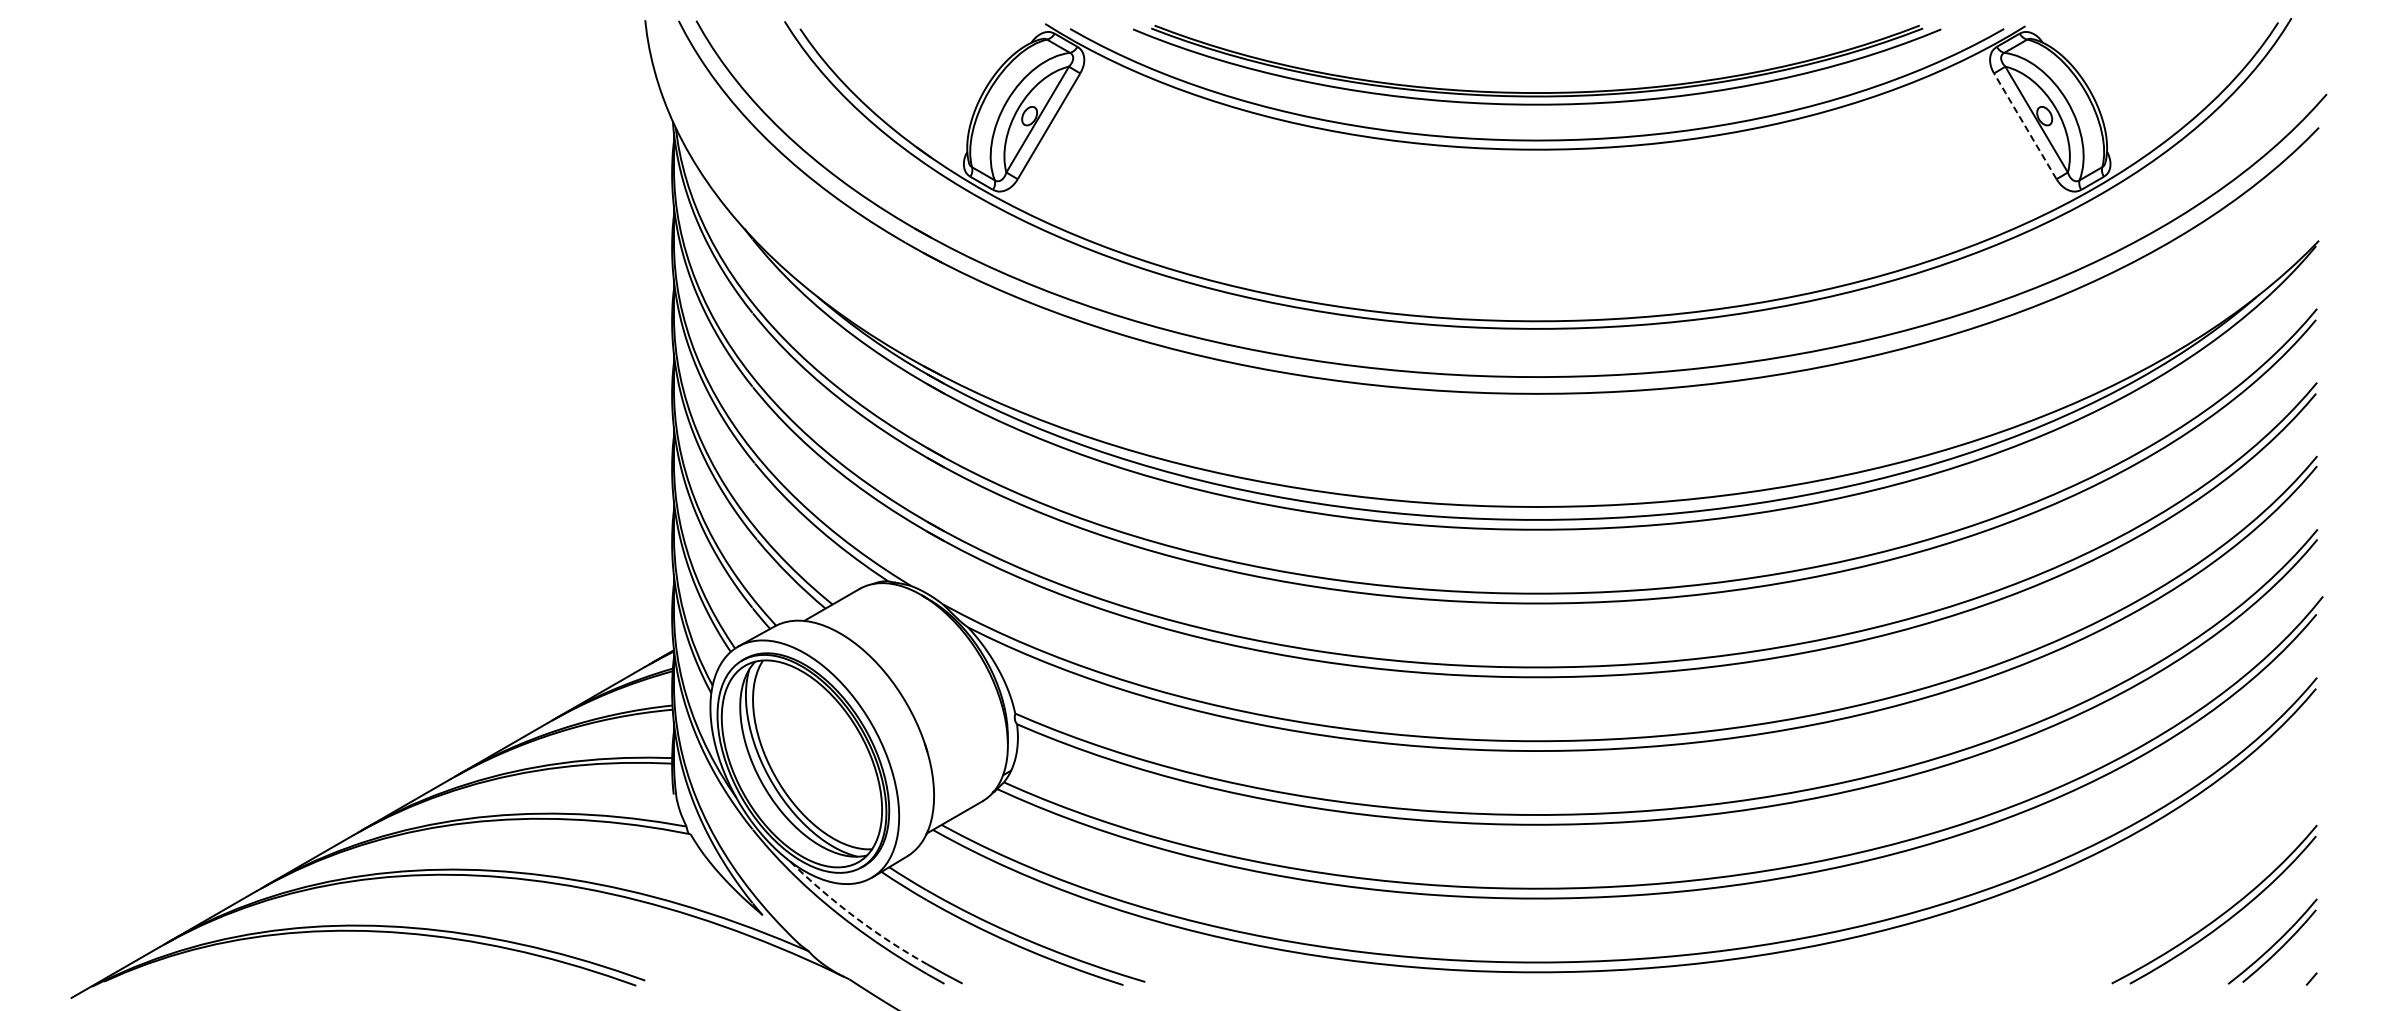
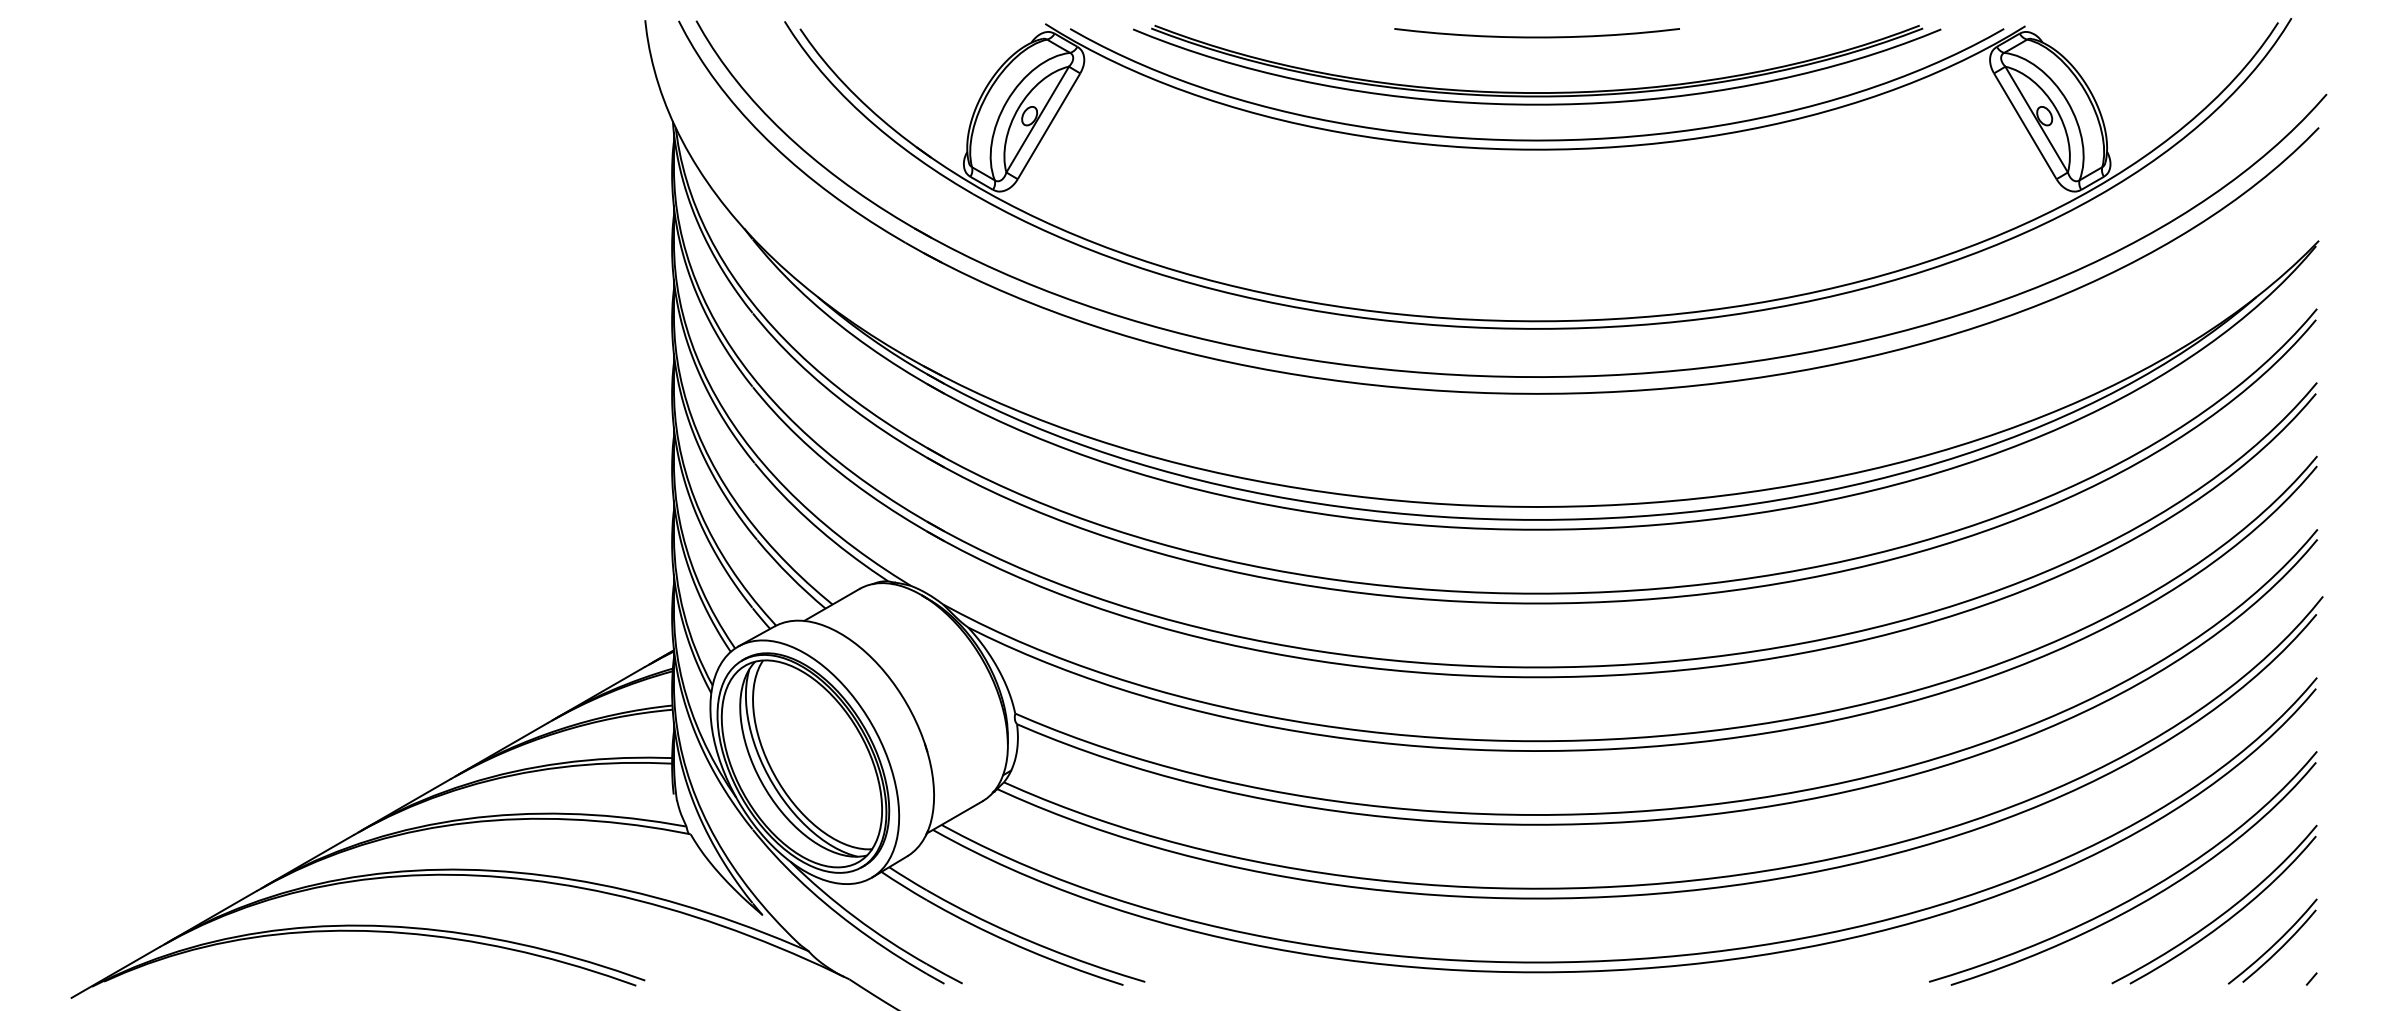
curve at (1536, 36): none -> present
line at (2025, 126): dashed -> solid
part at (2137, 894): none -> present
arc at (855, 917): dashed -> solid
